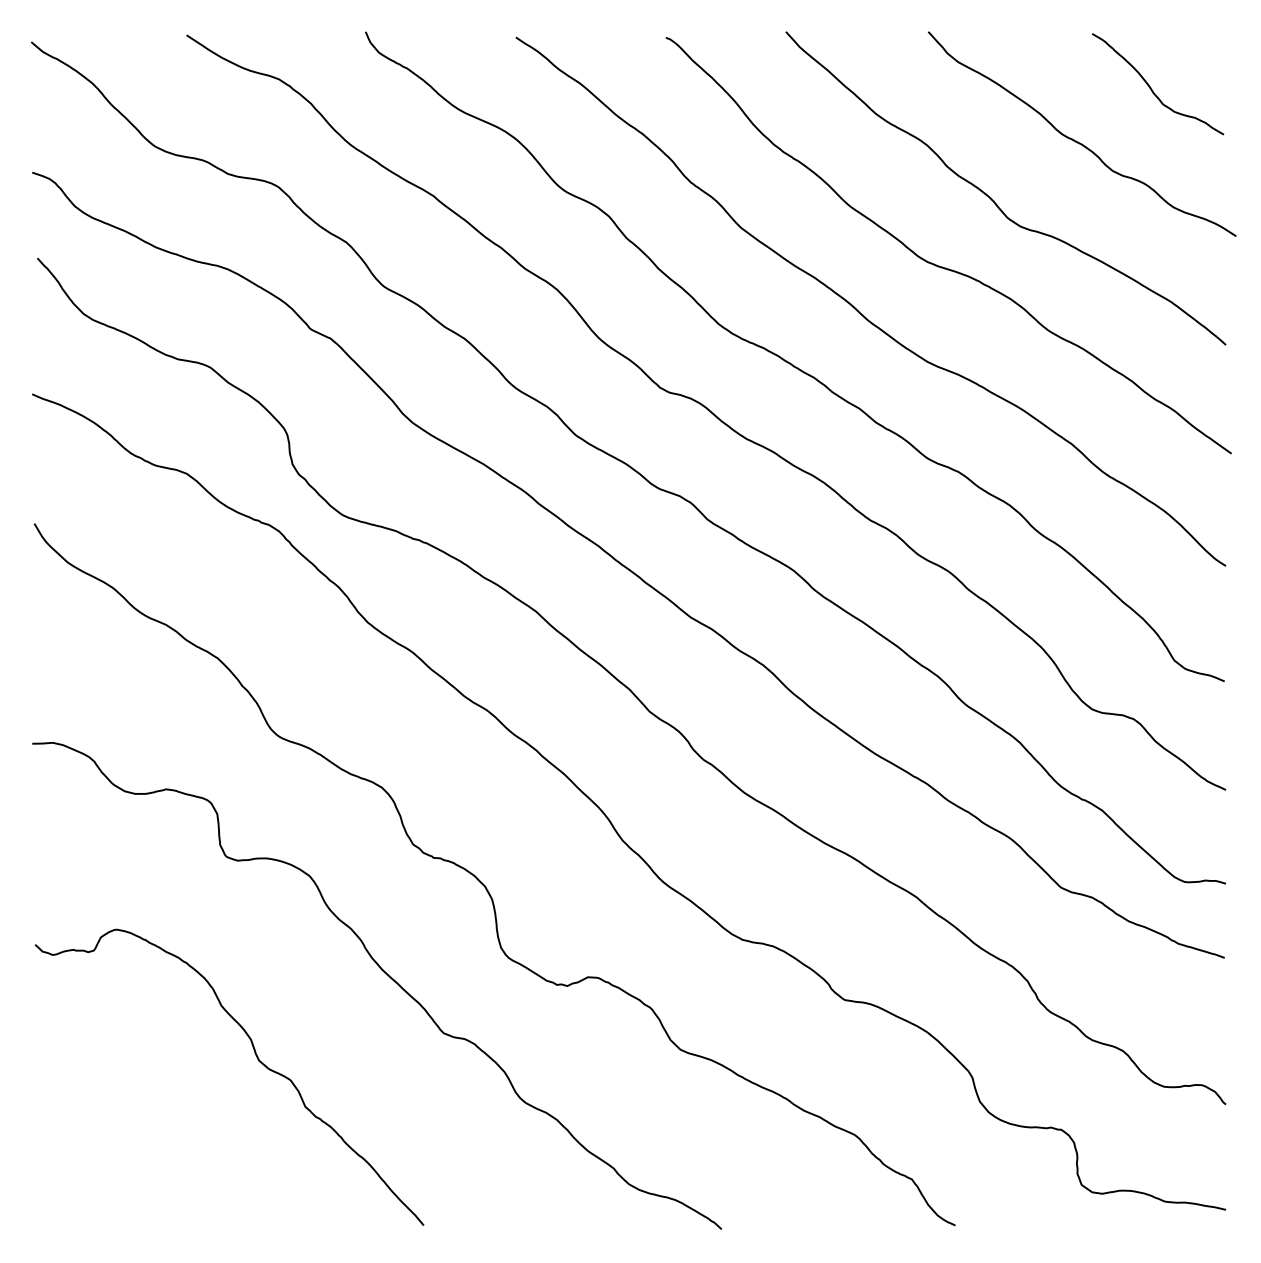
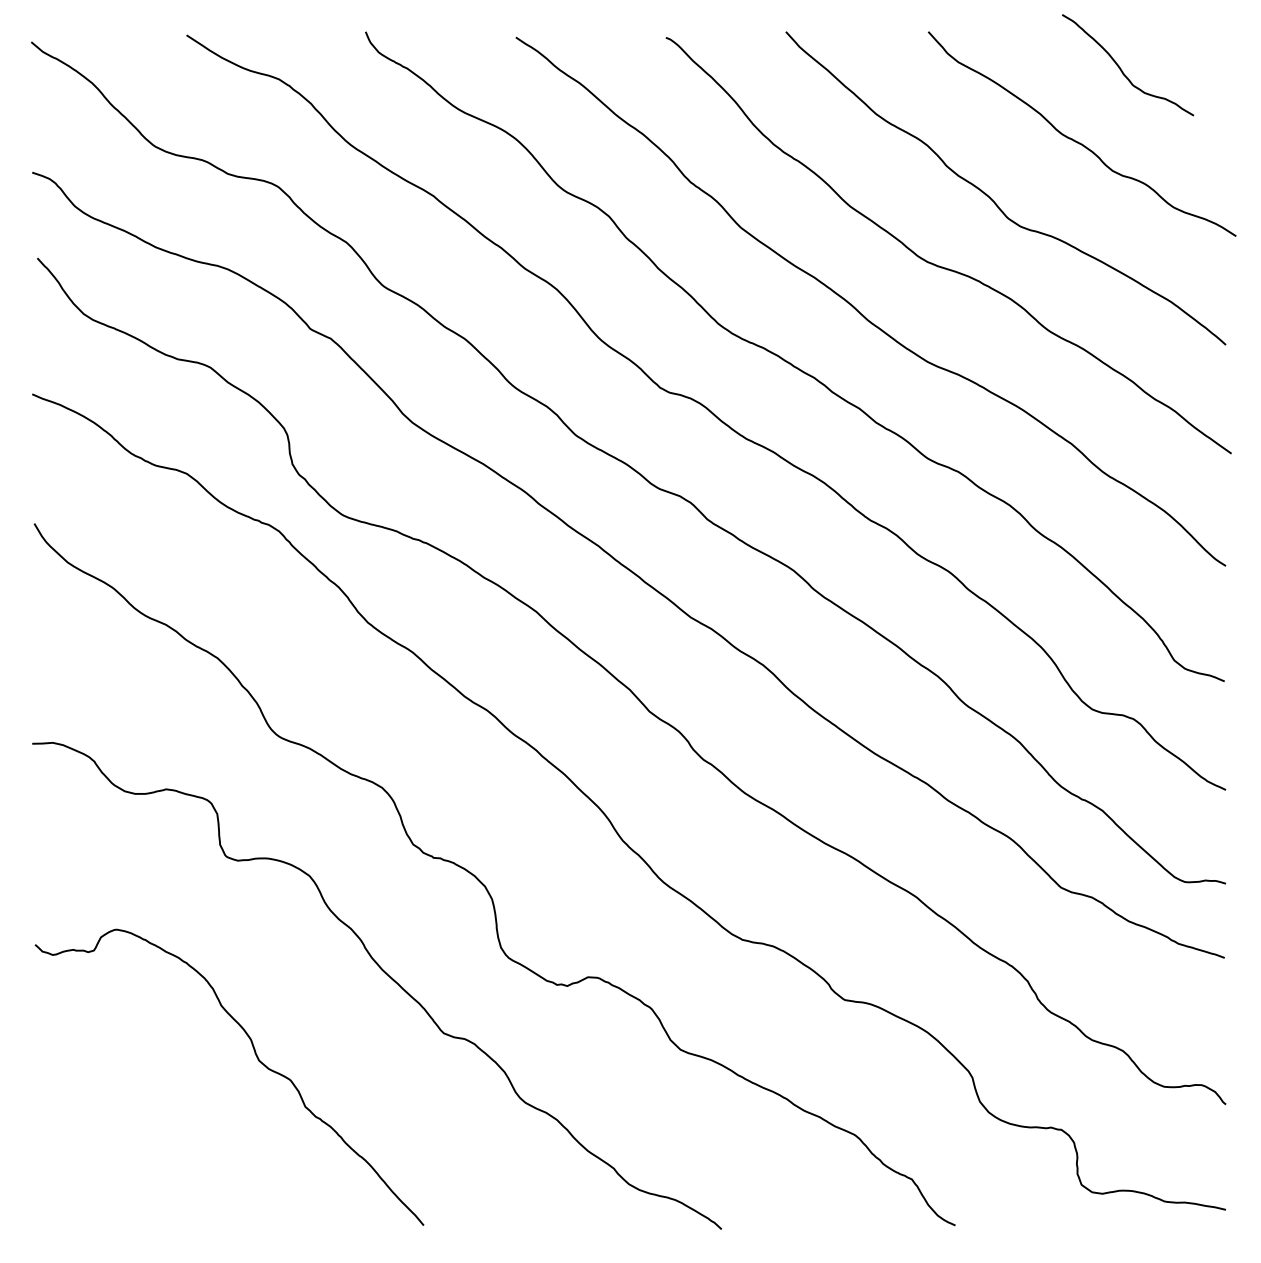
curve at (1151, 87) position: (1151, 87) -> (1121, 68)
